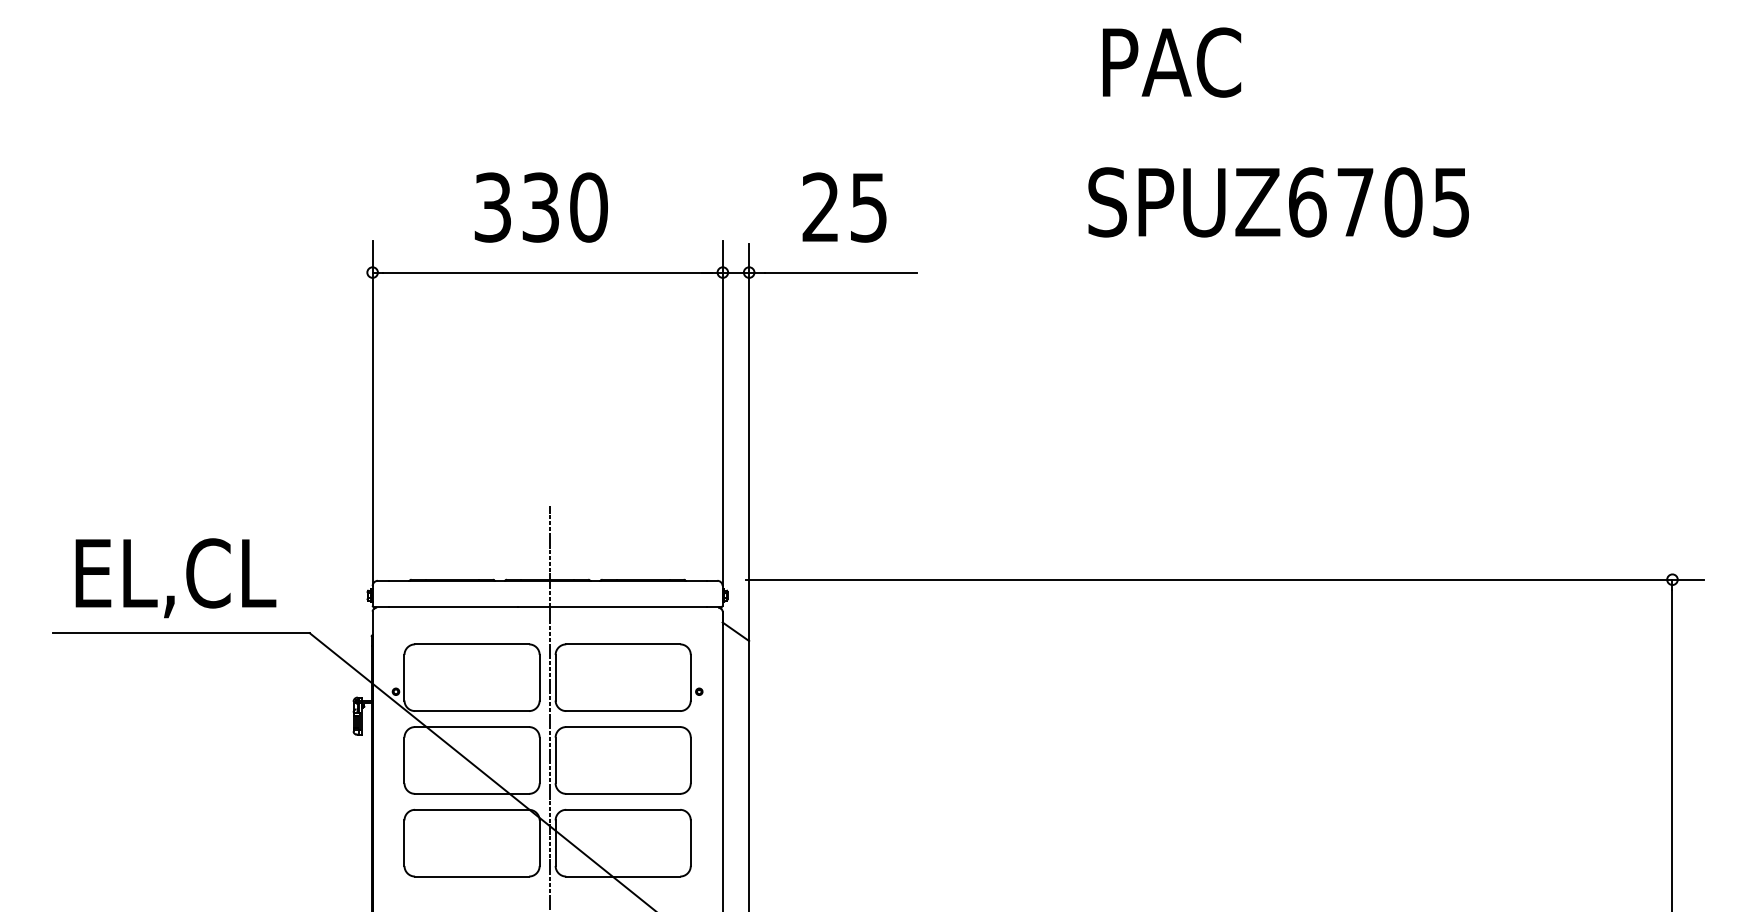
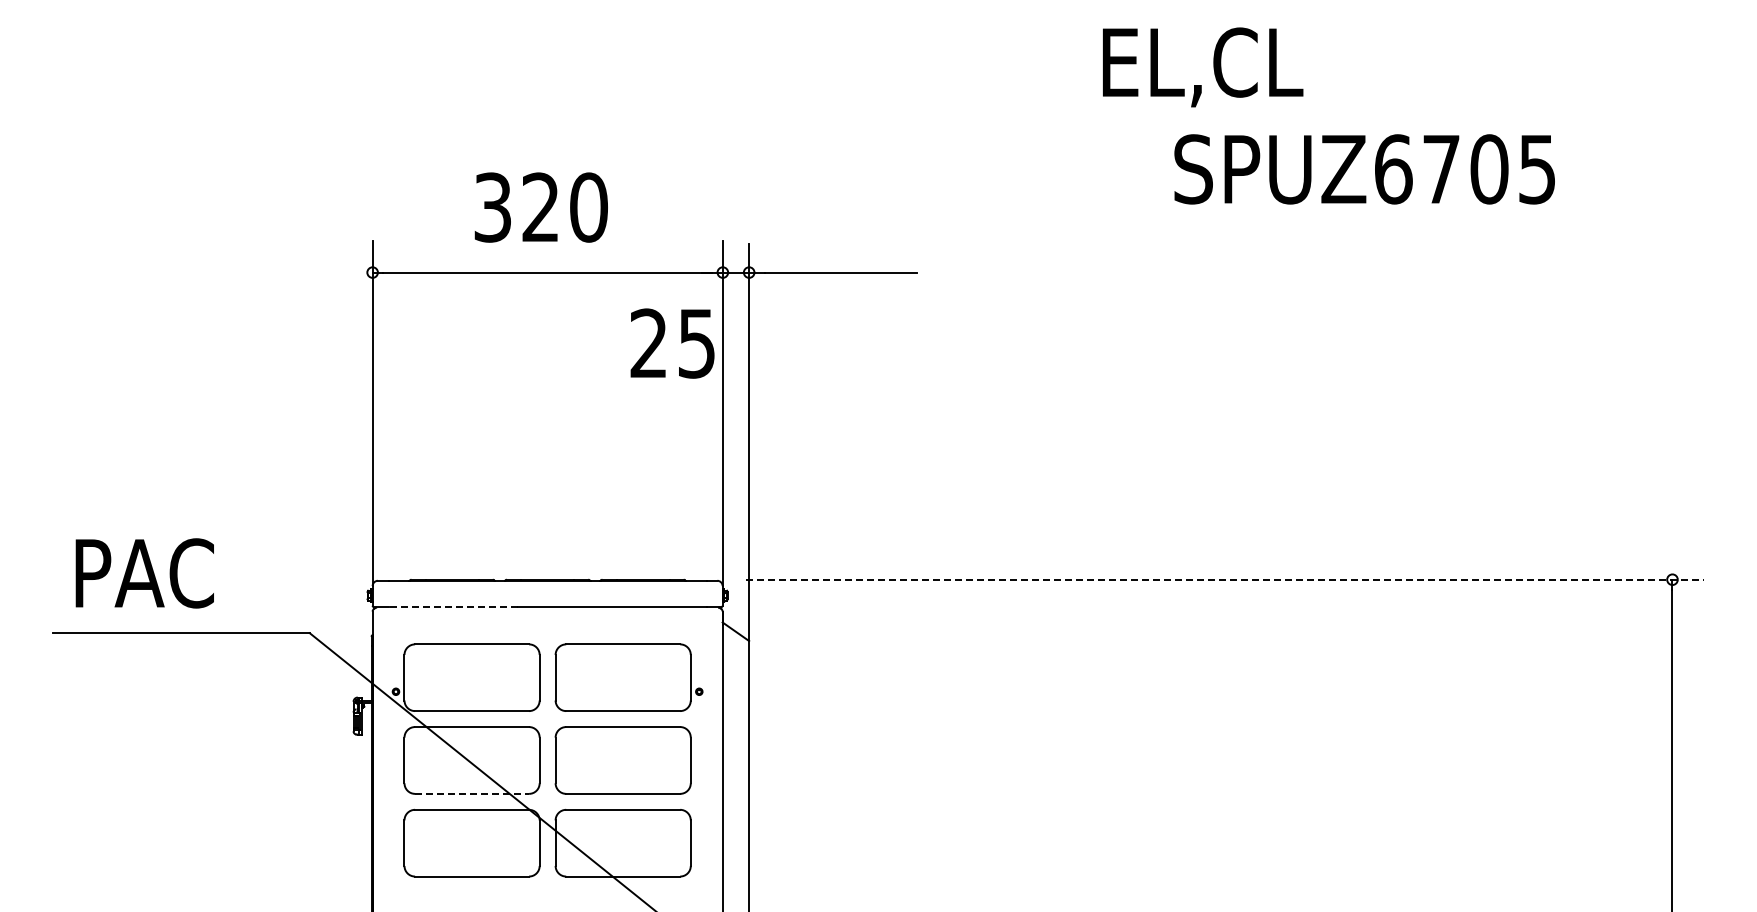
text at (1206, 67): PAC -> EL,CL
text at (1278, 202) position: (1278, 202) -> (1364, 169)
text at (540, 207): 330 -> 320
text at (844, 207) position: (844, 207) -> (672, 343)
text at (179, 578): EL,CL -> PAC
line at (1225, 579): solid -> dashed
line at (453, 607): solid -> dashed
line at (549, 706): present -> none
line at (472, 793): solid -> dashed
